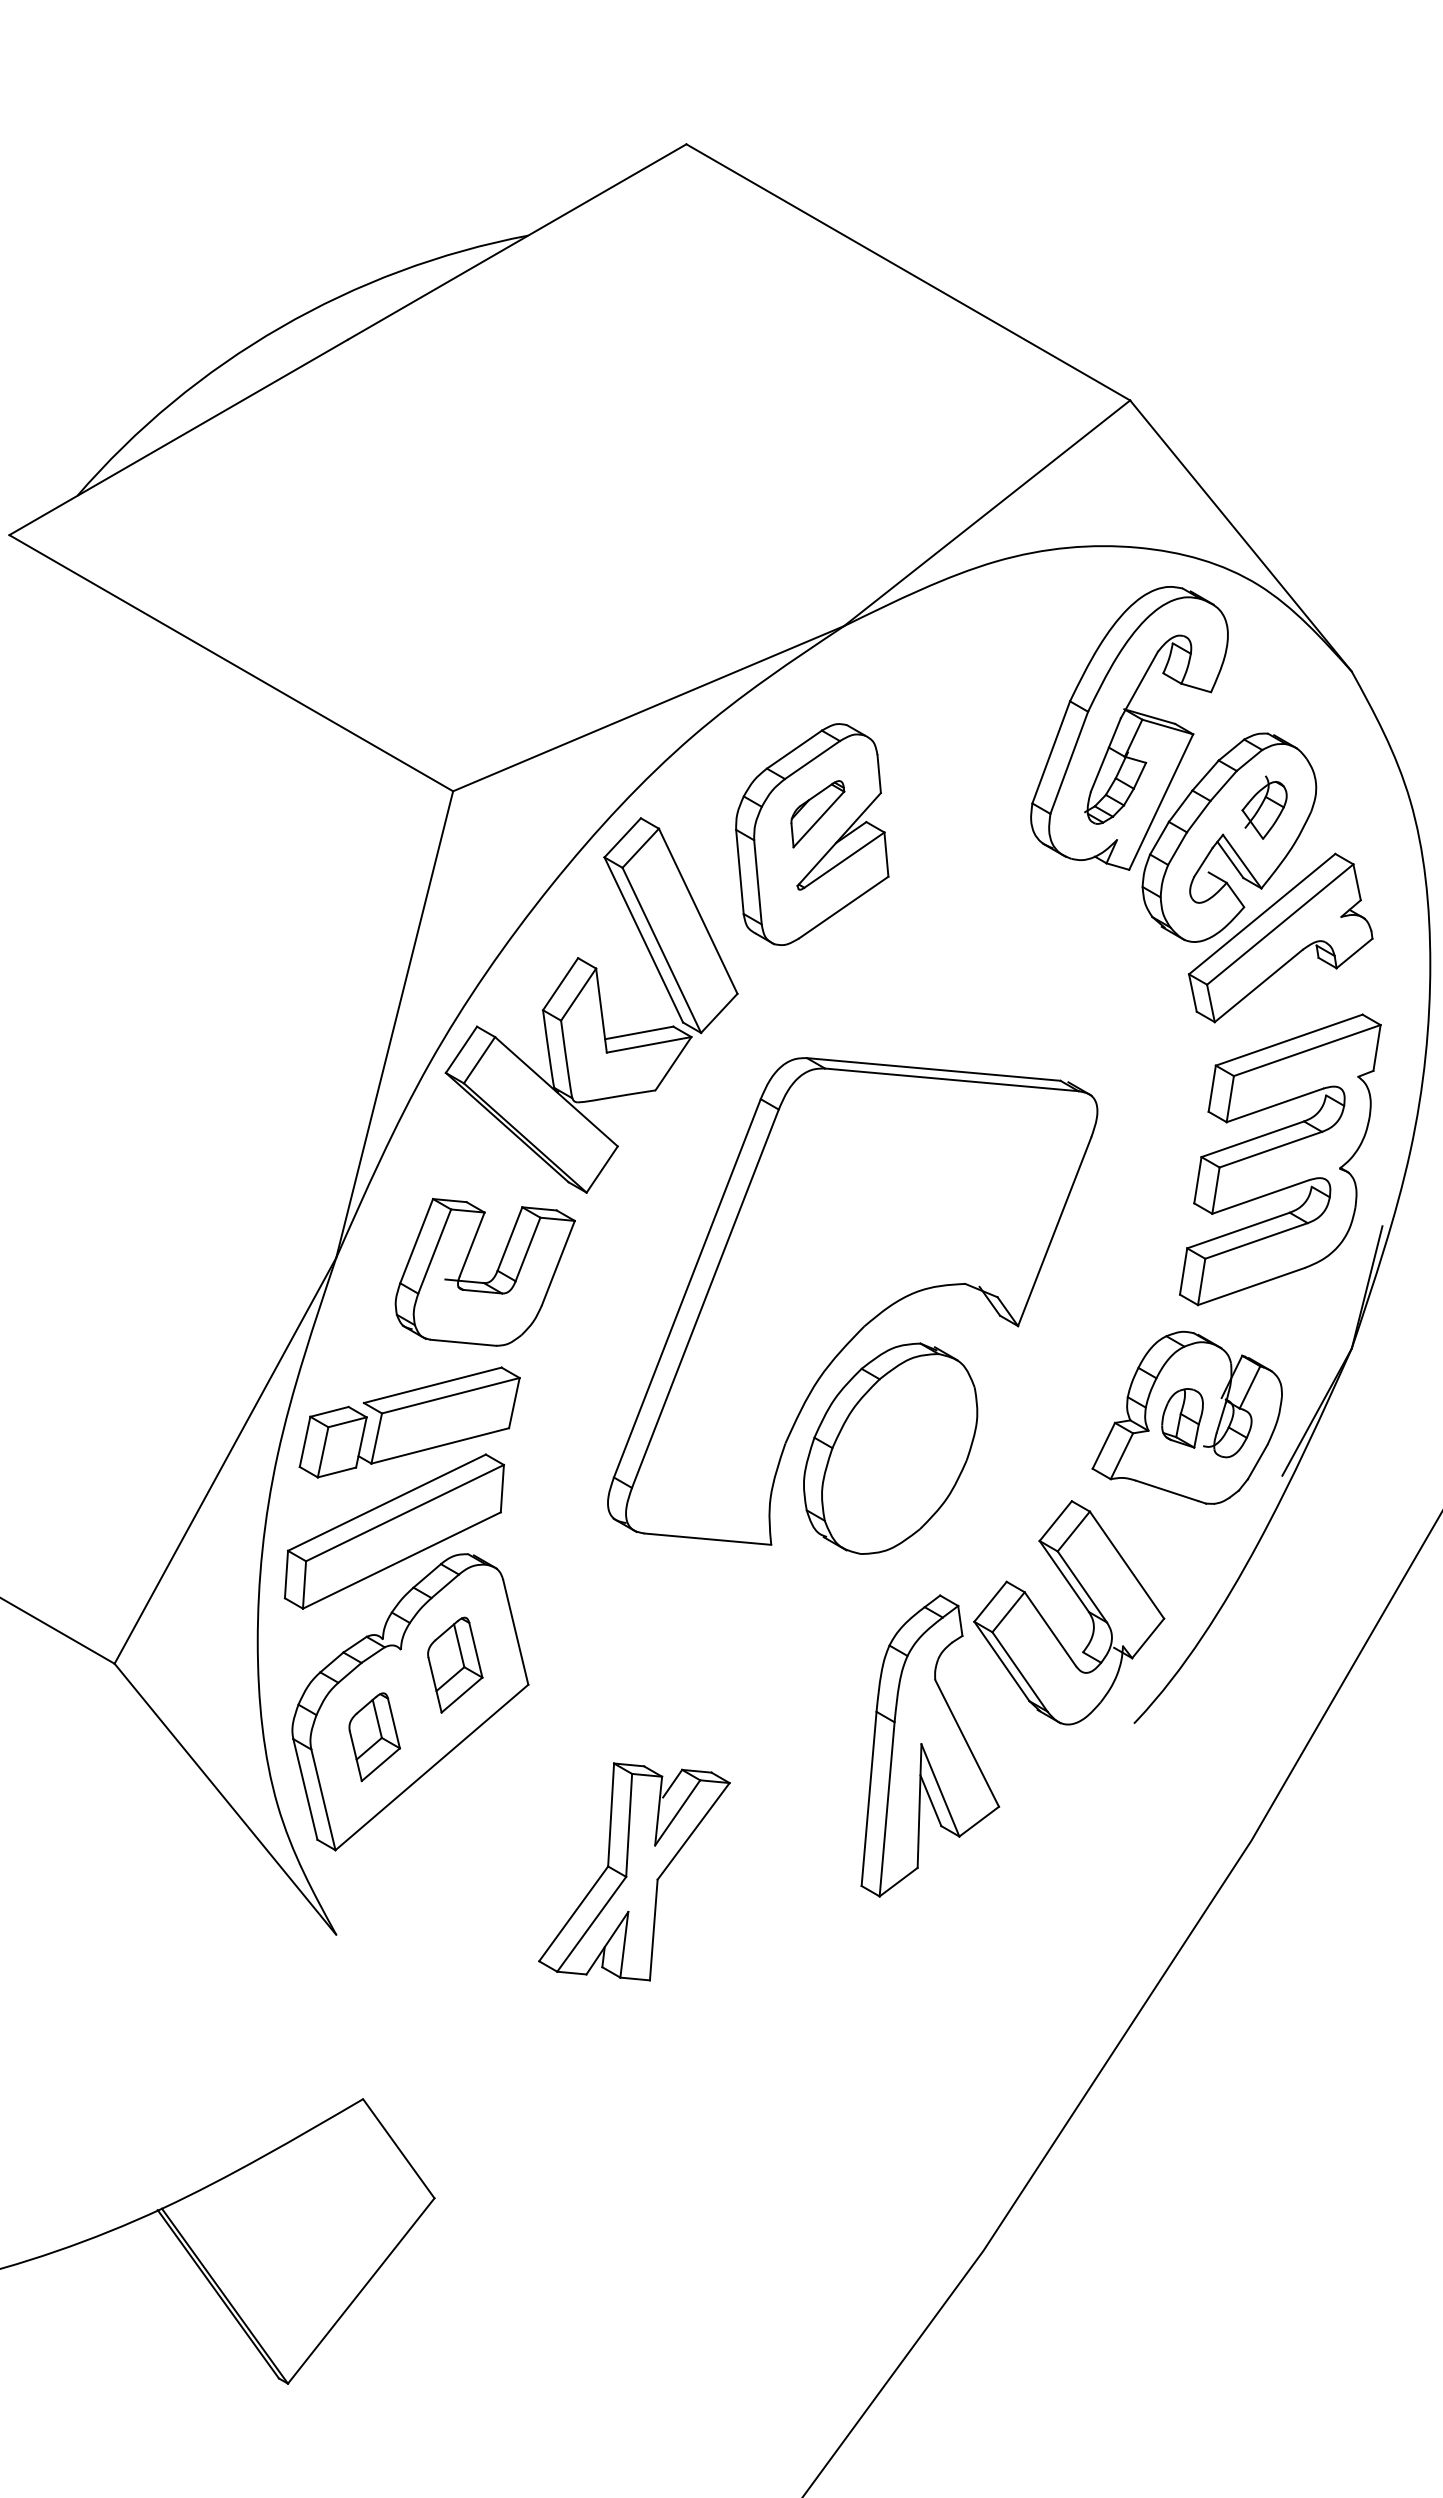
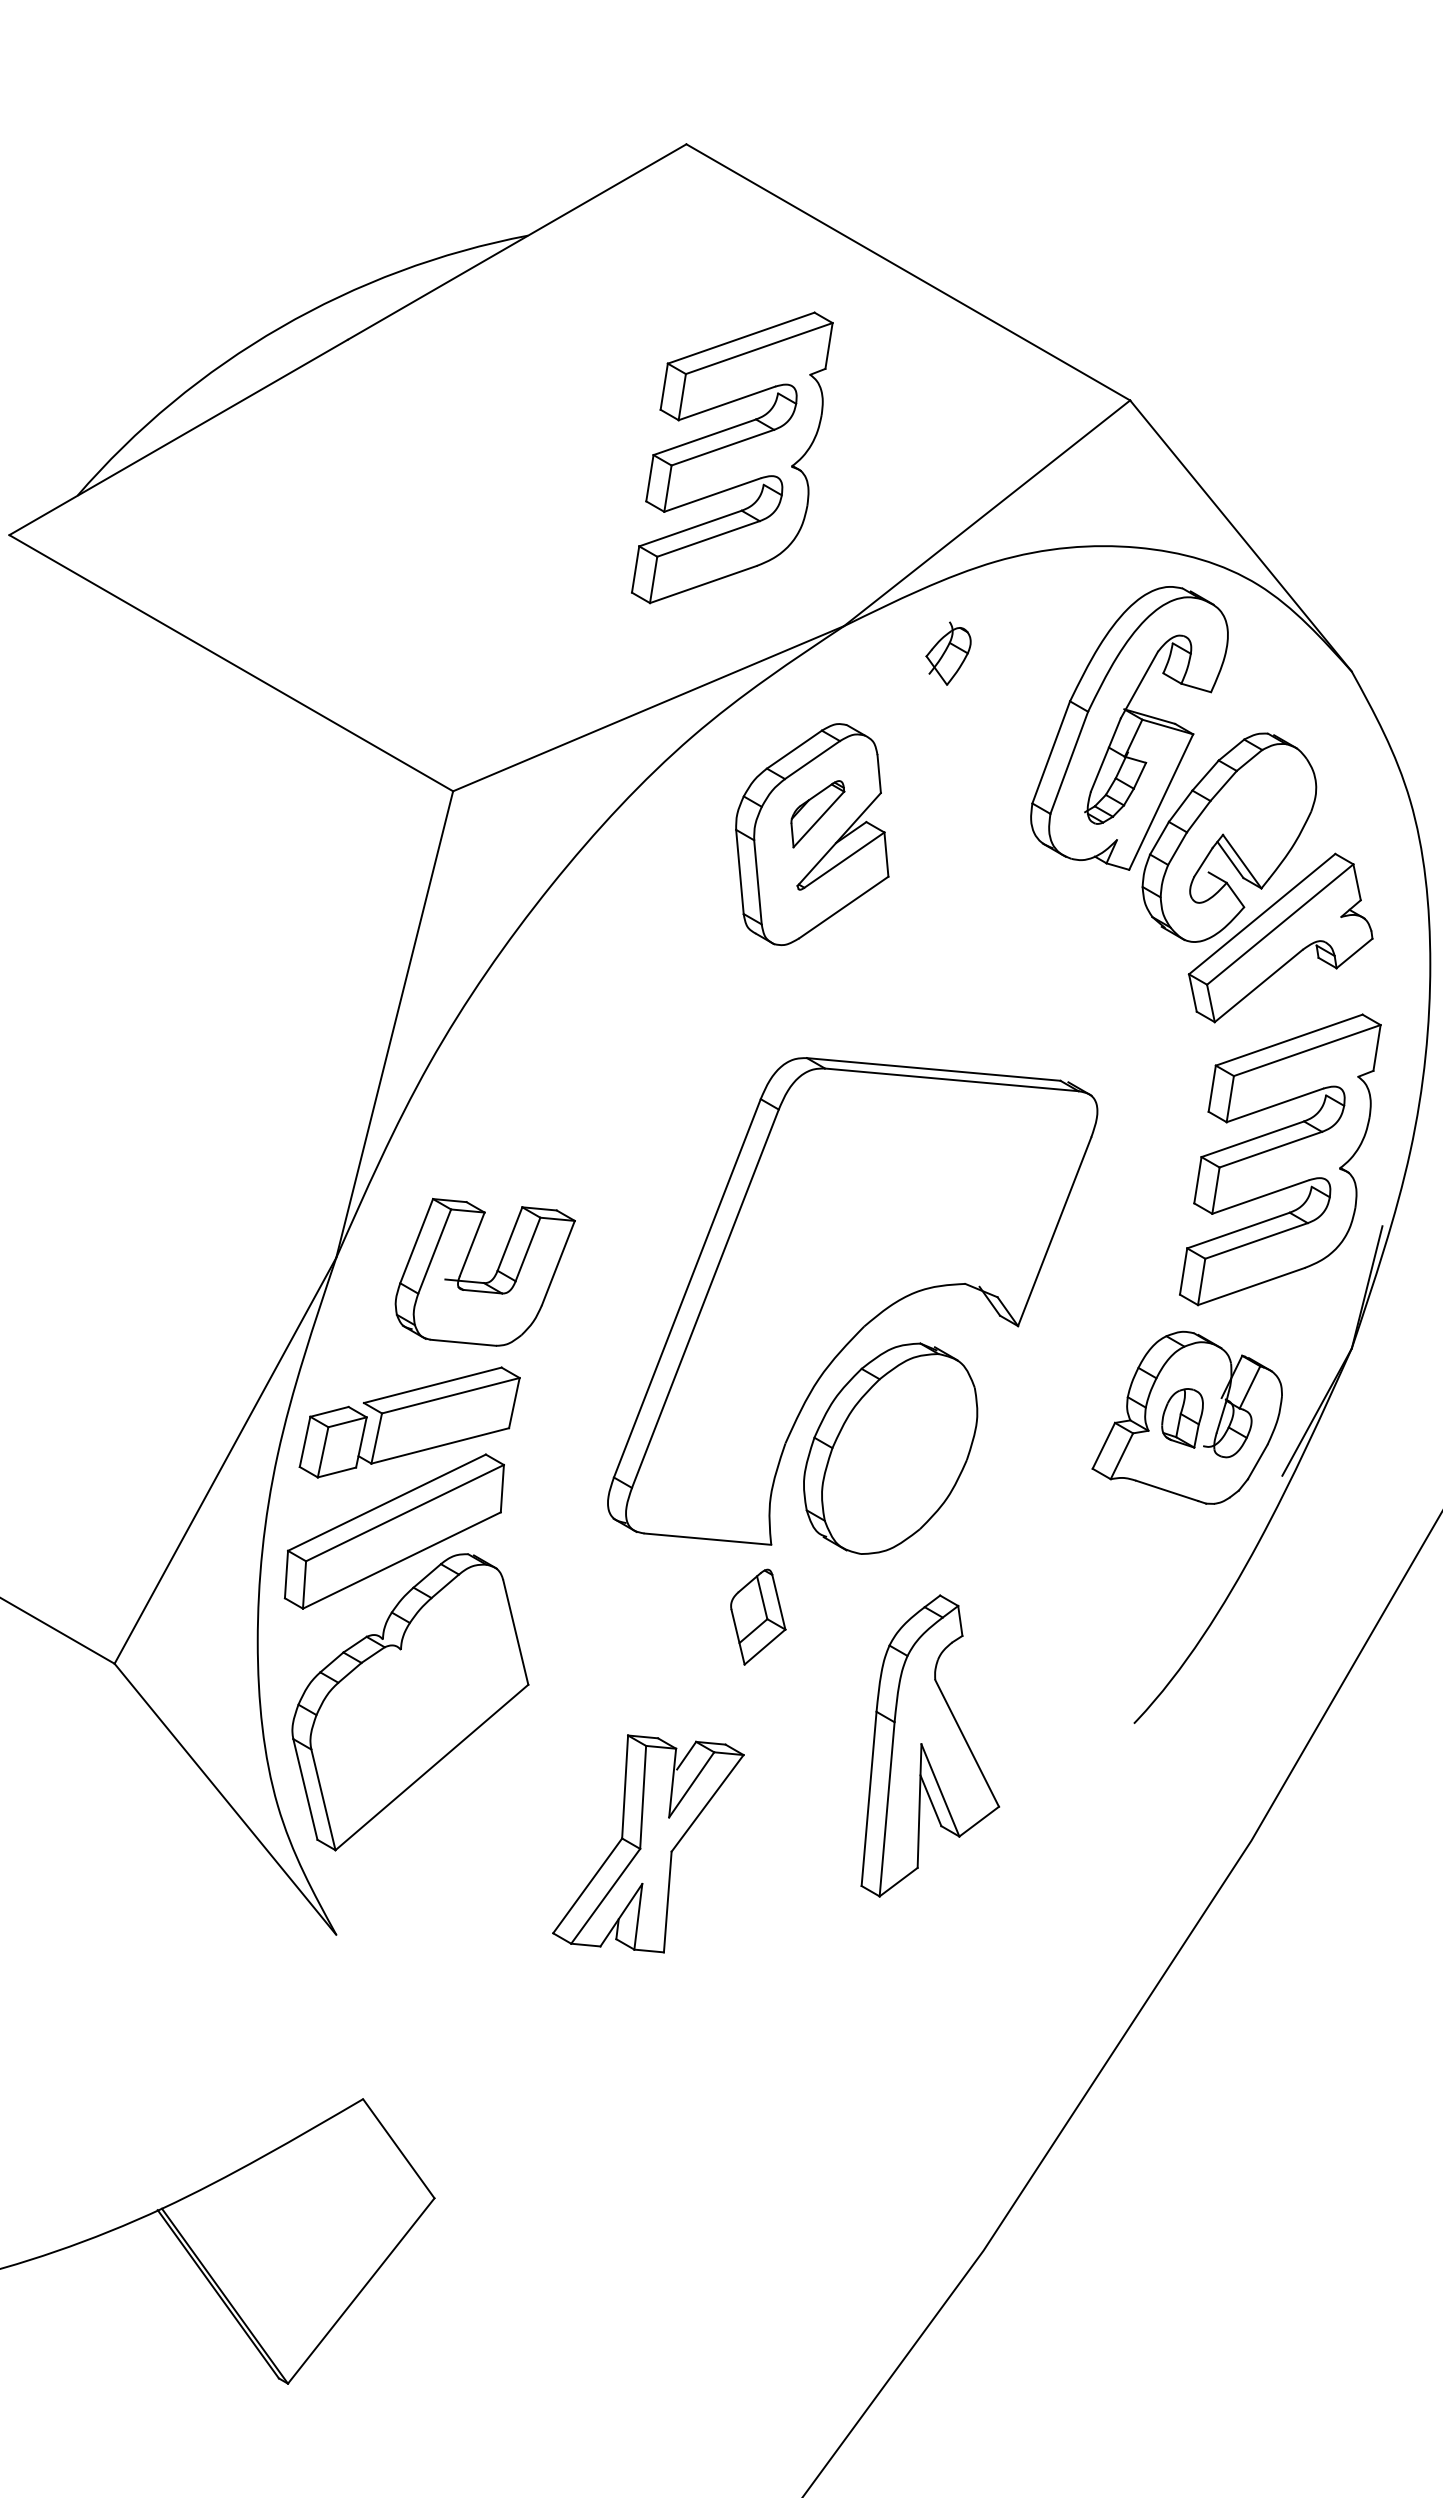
part at (732, 457): none -> present
part at (1264, 807) position: (1264, 807) -> (948, 653)
part at (591, 1005): present -> none
part at (1081, 1603): present -> none
part at (455, 1664) position: (455, 1664) -> (758, 1616)
part at (374, 1737): present -> none
part at (634, 1871) position: (634, 1871) -> (648, 1843)
